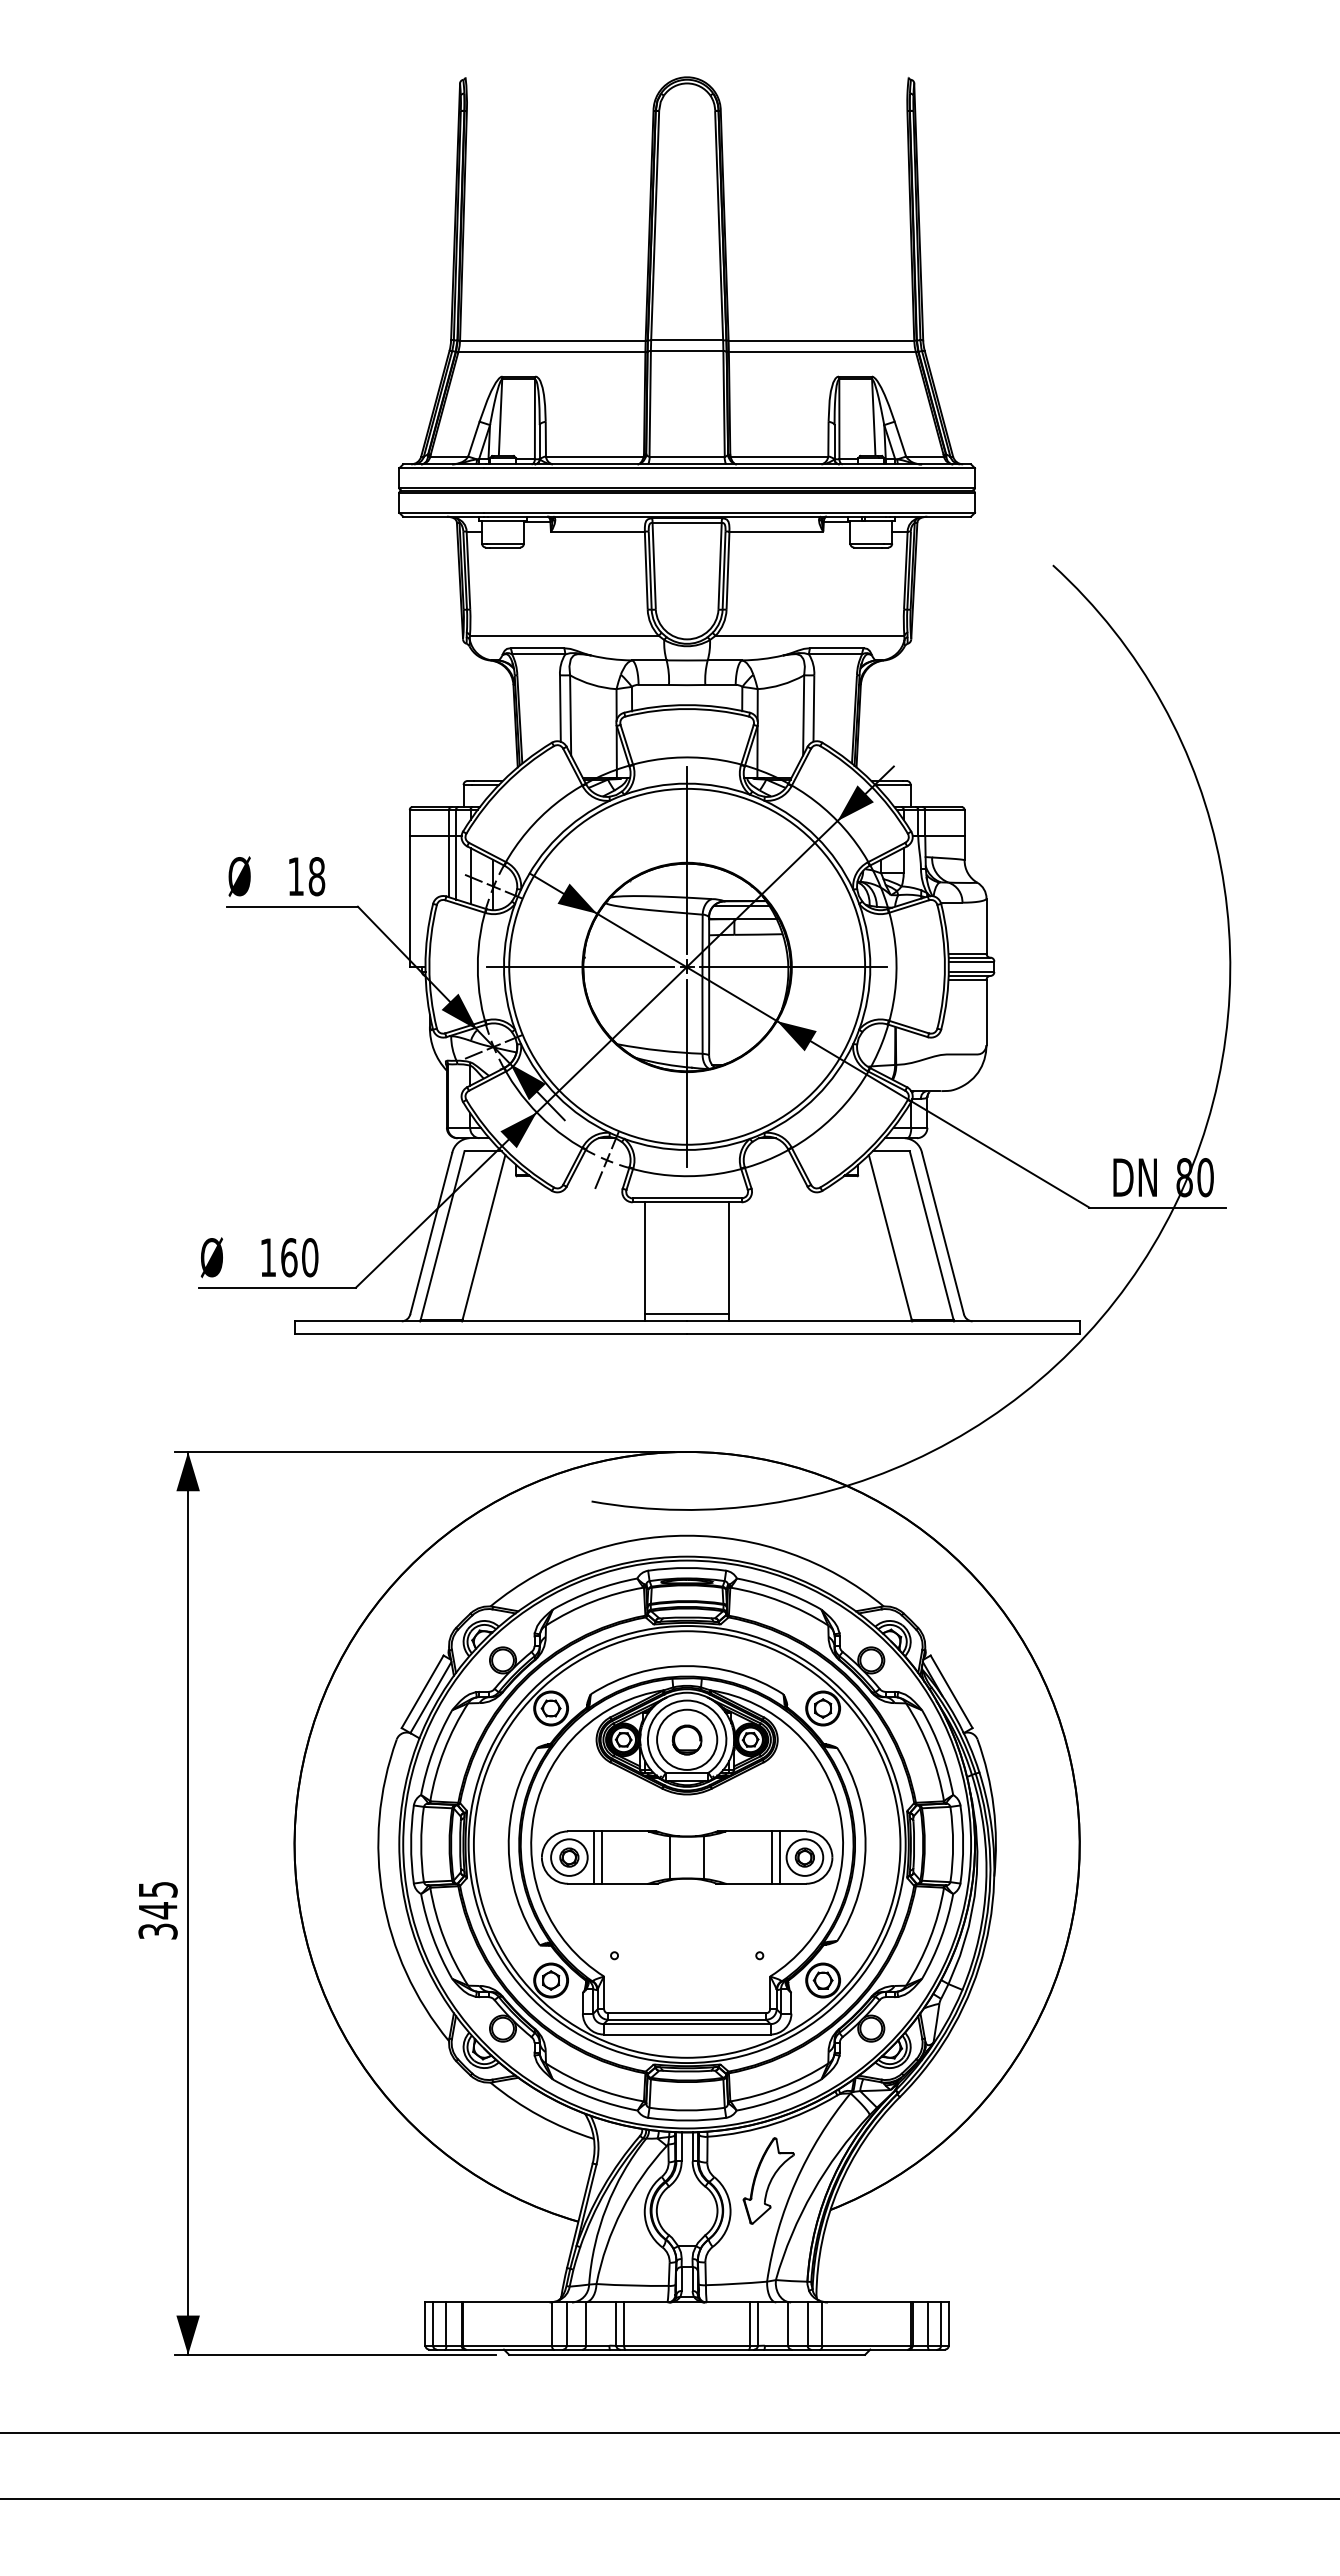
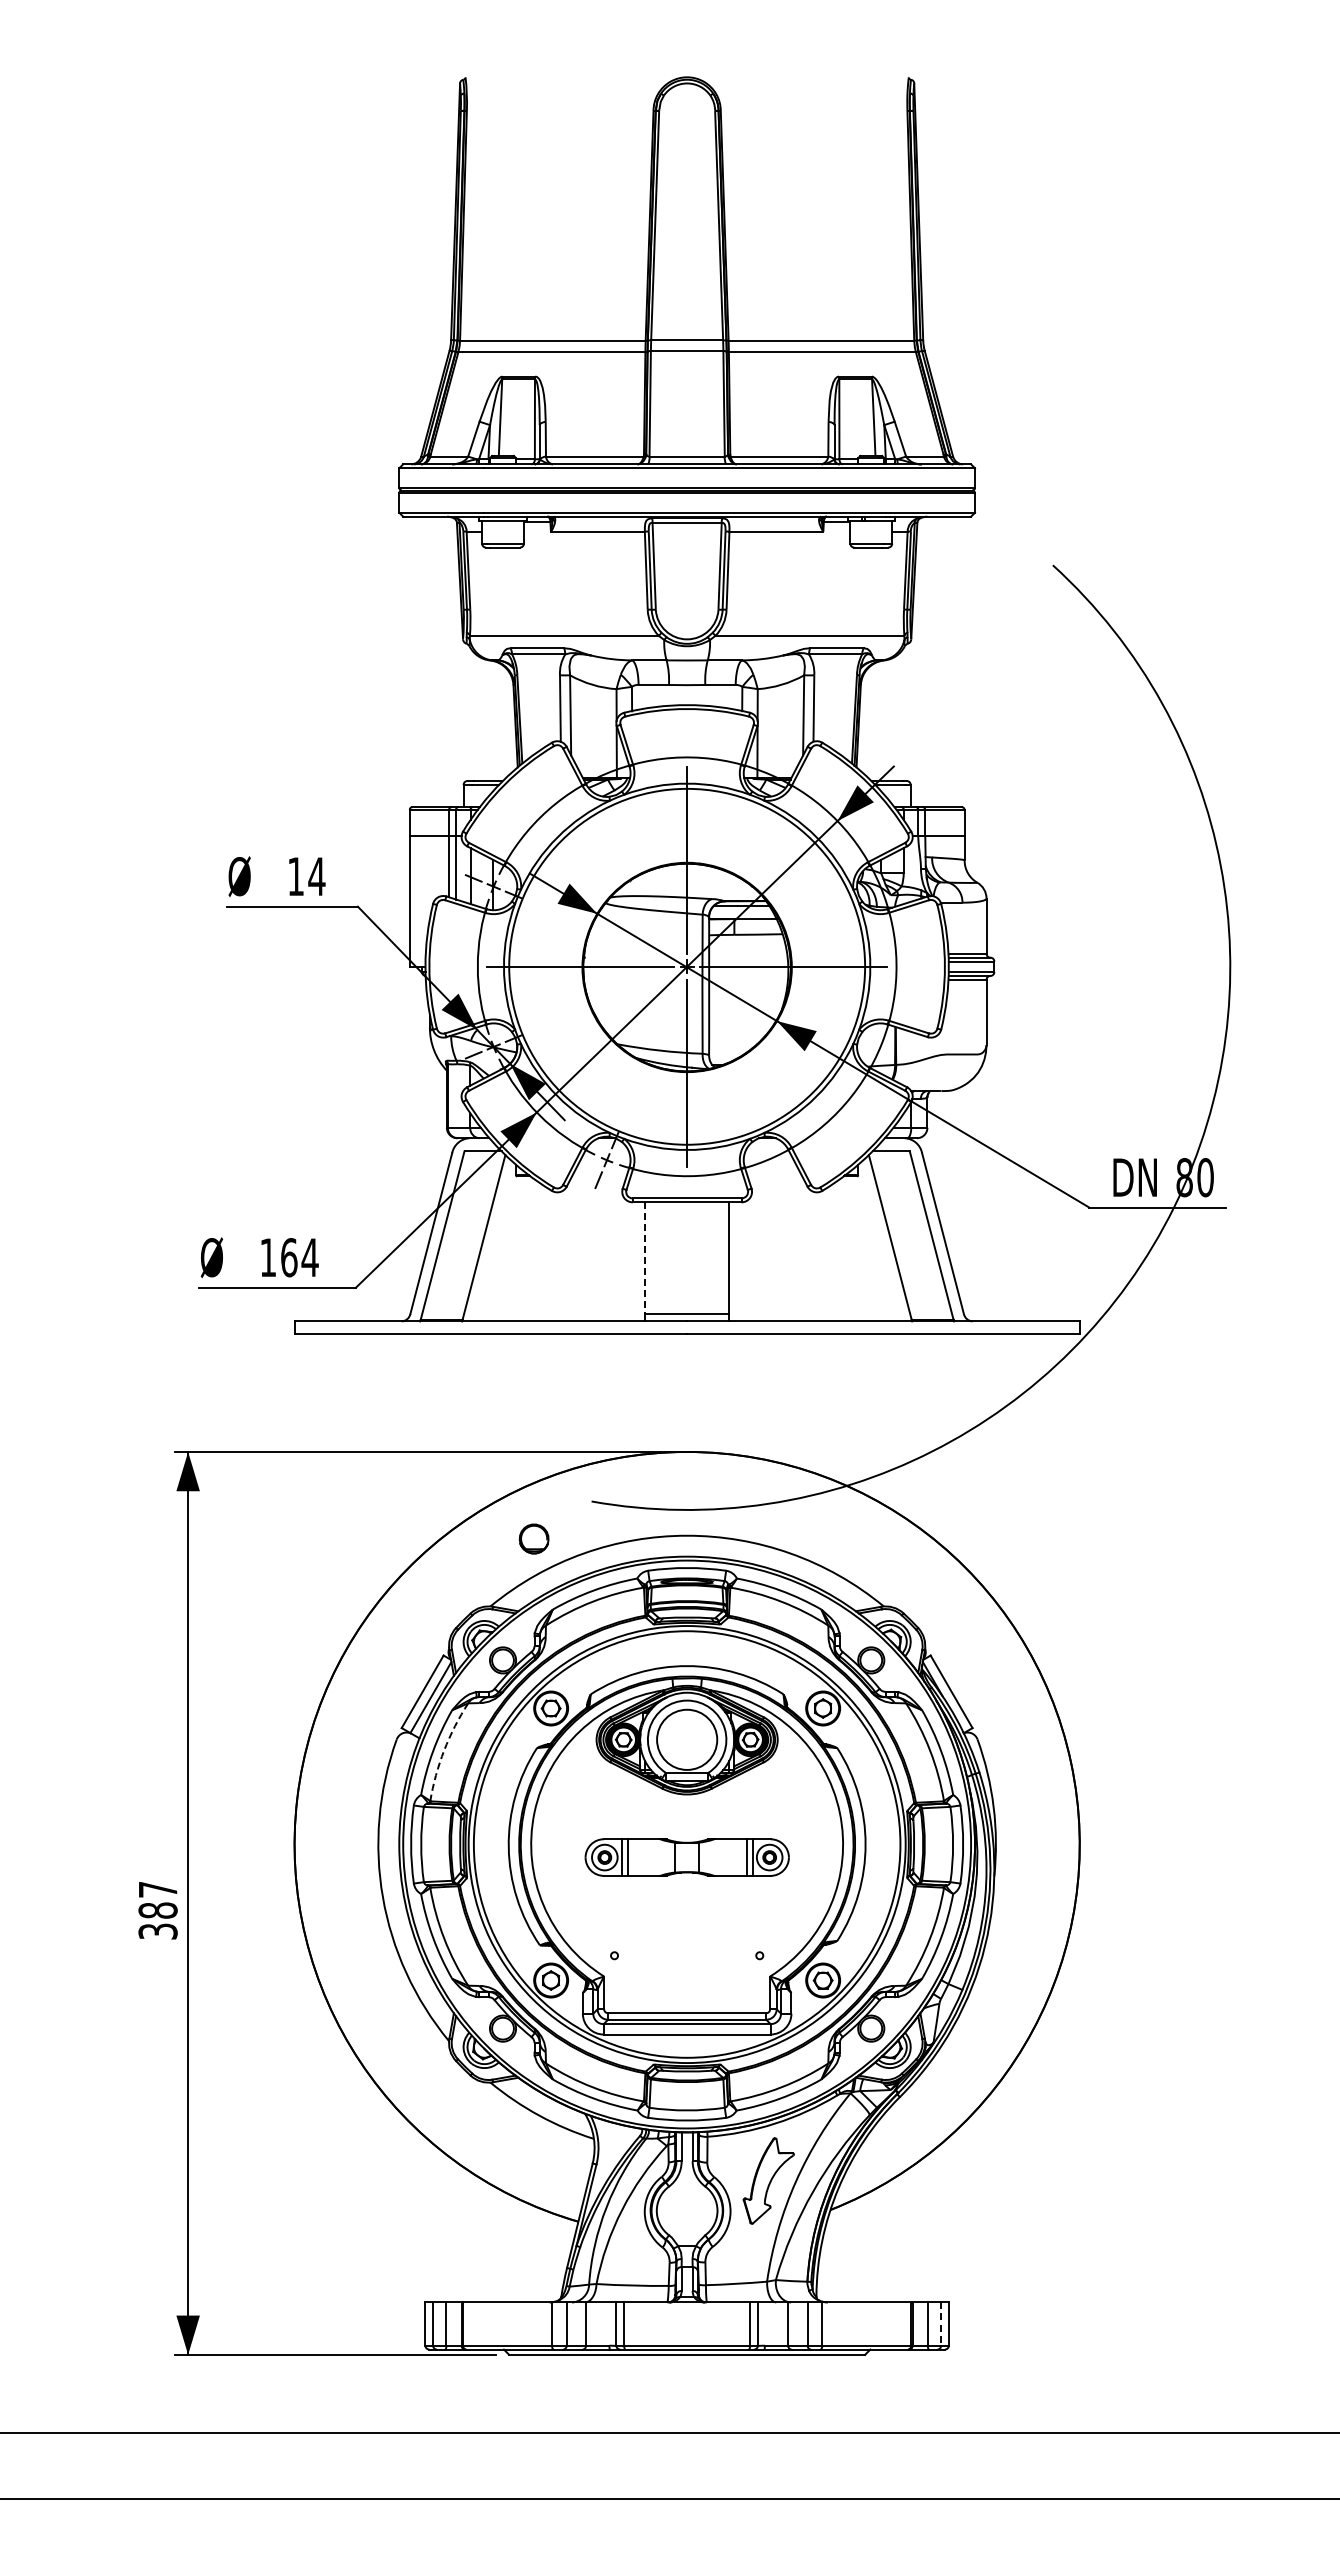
text at (316, 876): 18 -> 14
text at (309, 1257): 160 -> 164
line at (645, 1258): solid -> dashed
part at (686, 1739) position: (686, 1739) -> (533, 1538)
arc at (444, 1750): solid -> dashed
part at (687, 1857) size: 293x55 px -> 206x39 px
text at (157, 1900): 345 -> 387
line at (941, 2324): solid -> dashed
